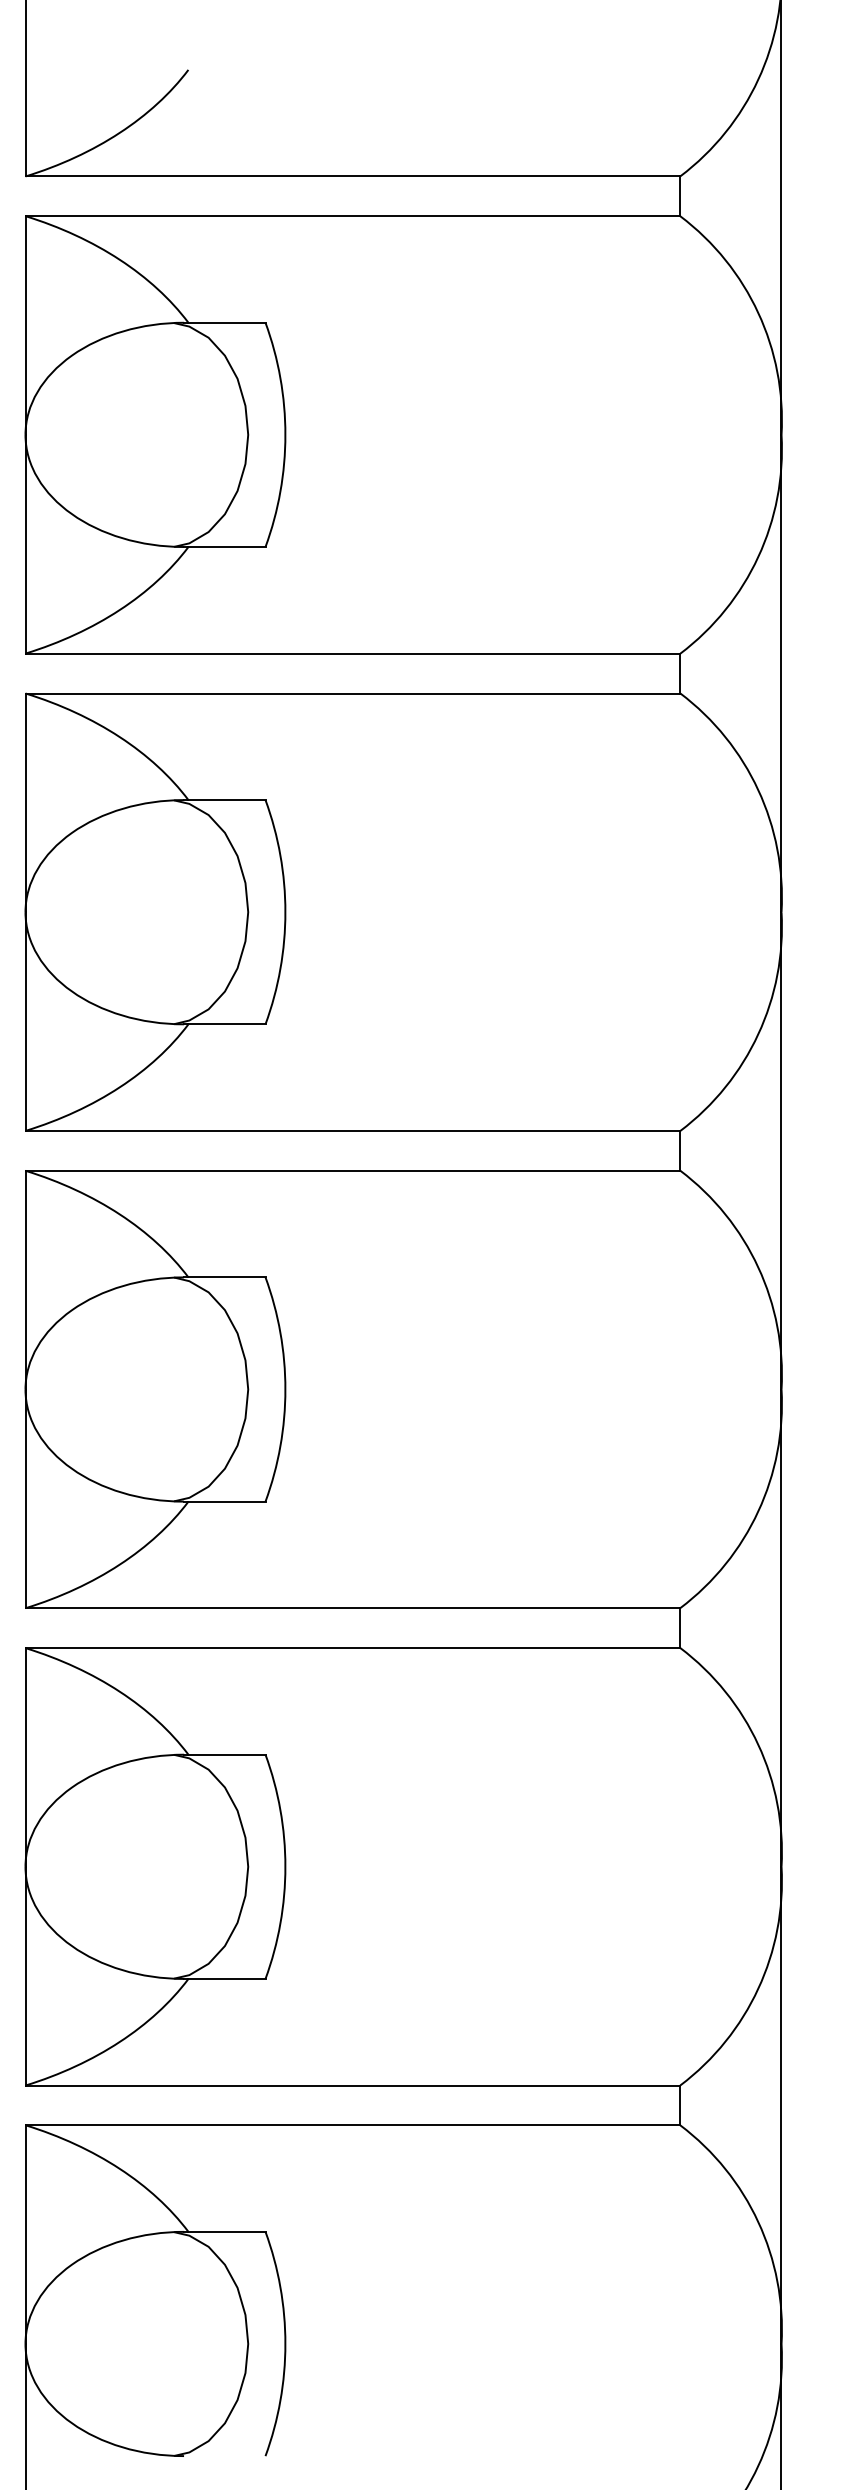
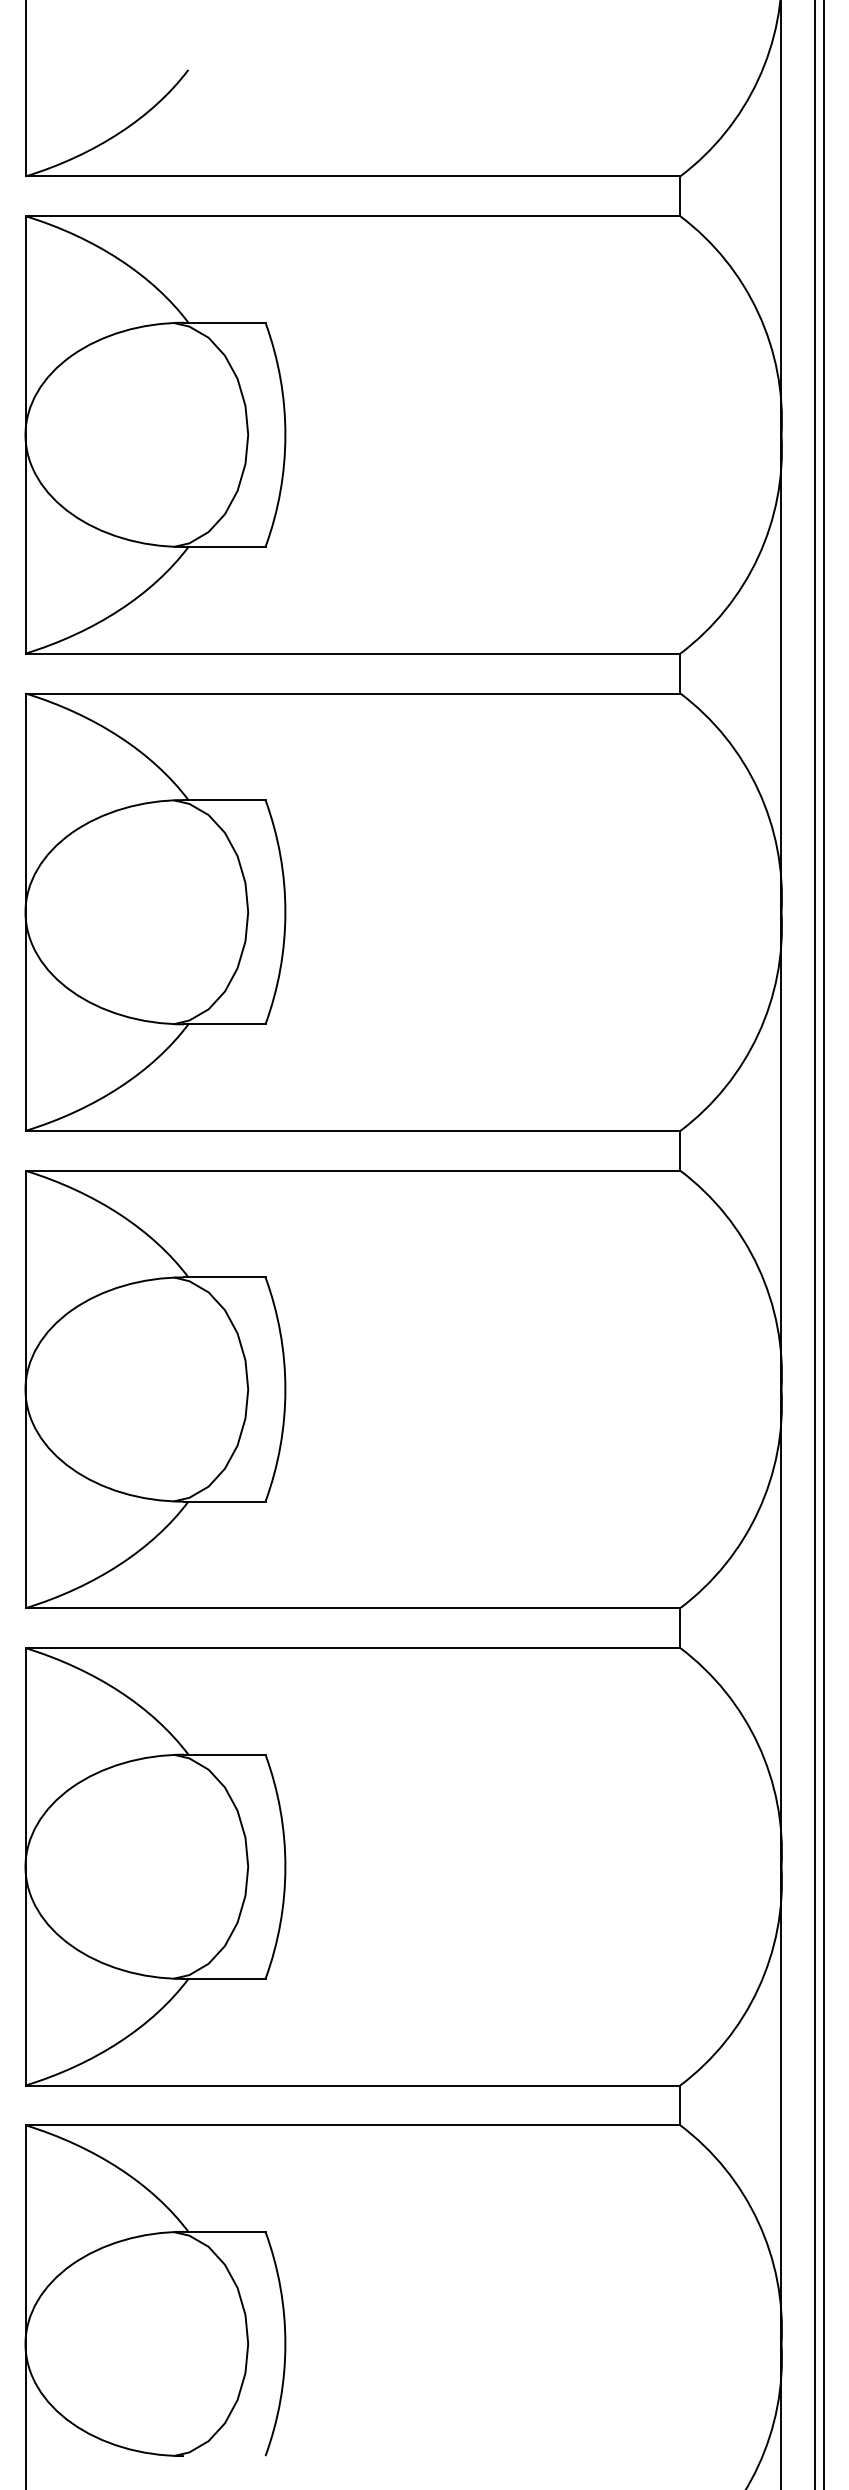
line at (815, 1244): none -> present
line at (823, 1244): none -> present
